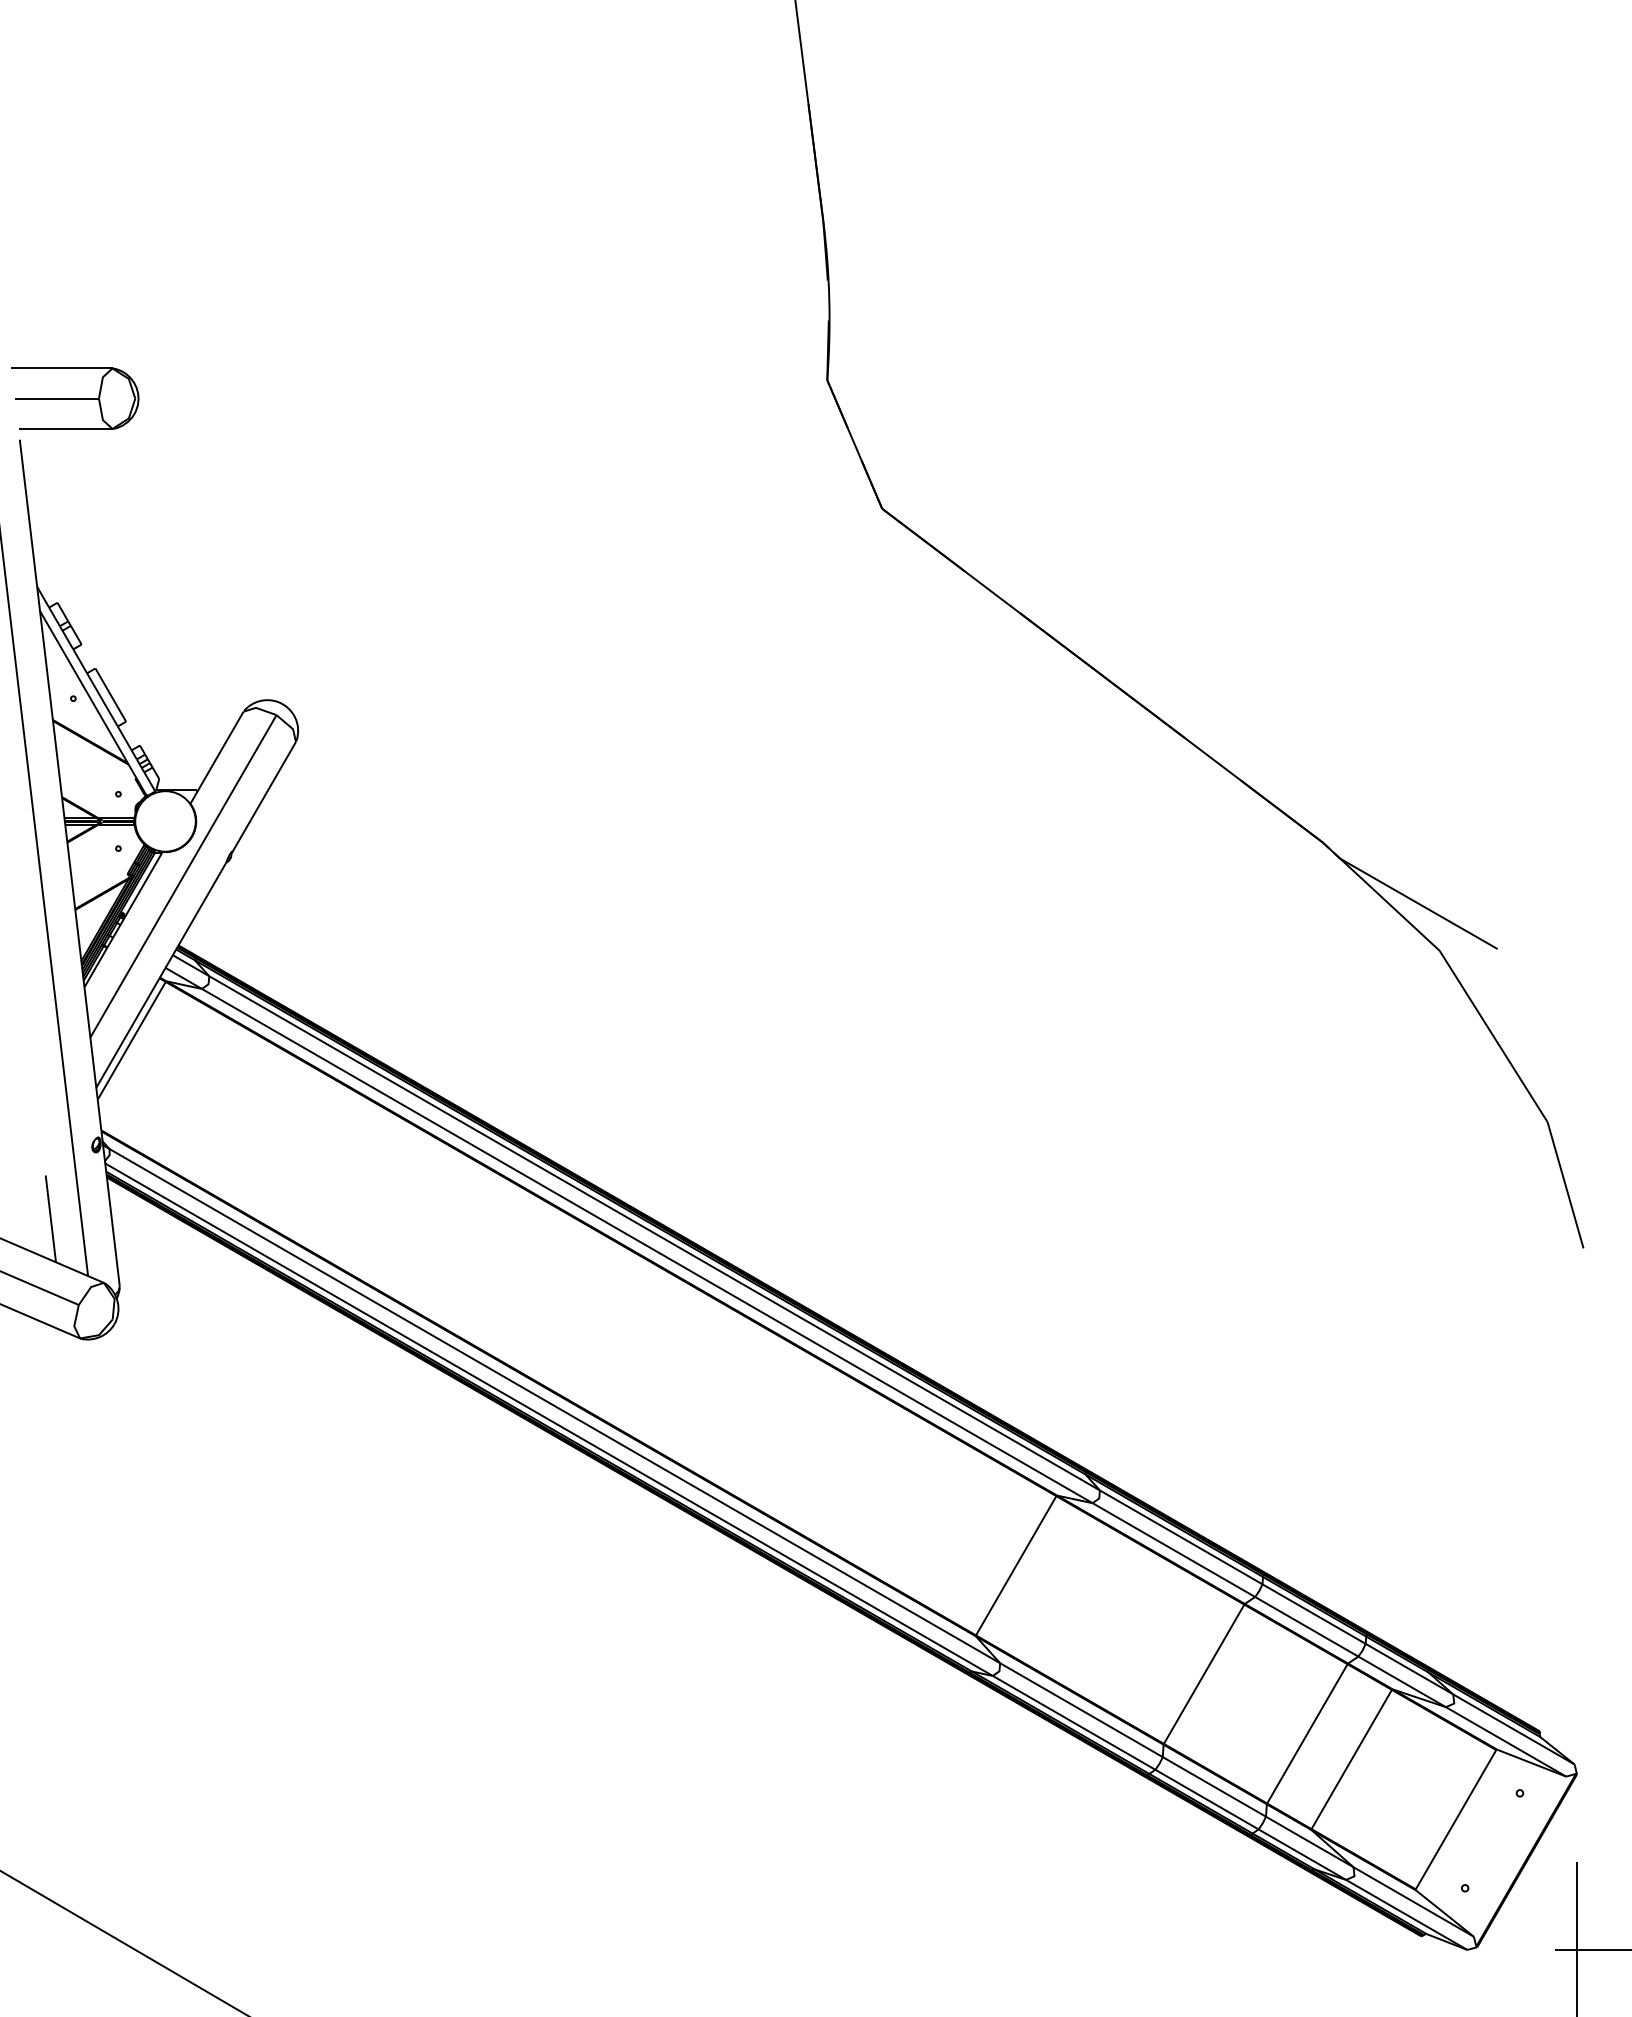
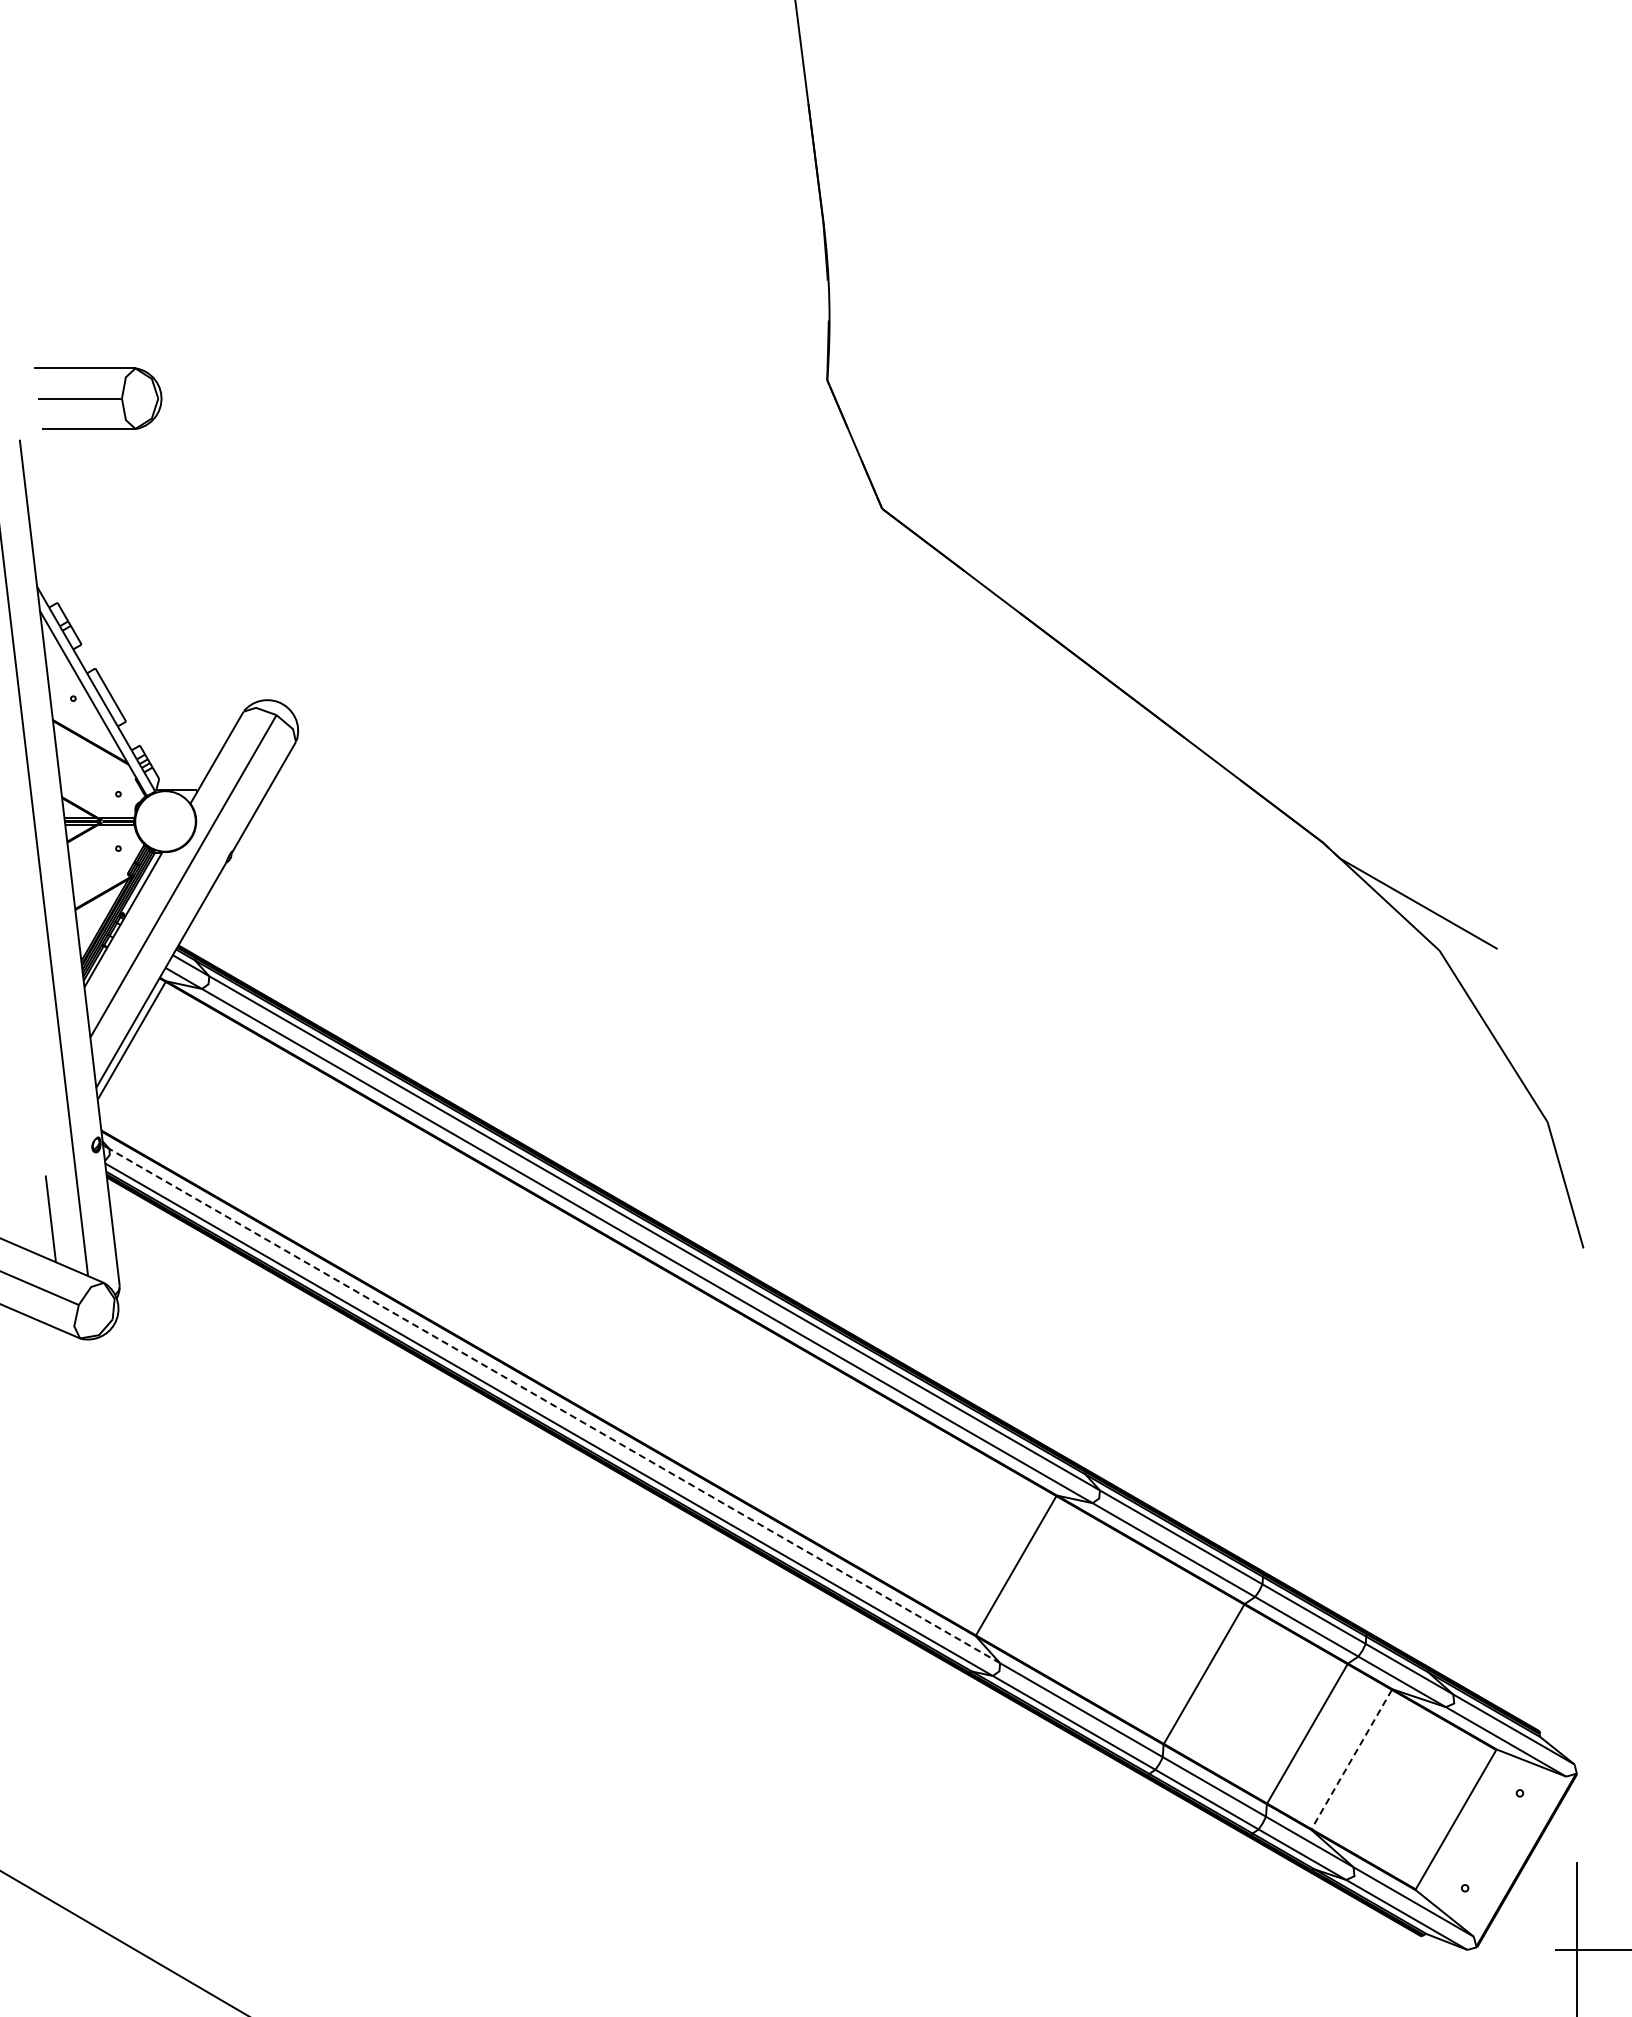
part at (75, 398) position: (75, 398) -> (98, 398)
line at (554, 1405): solid -> dashed
line at (1351, 1759): solid -> dashed
